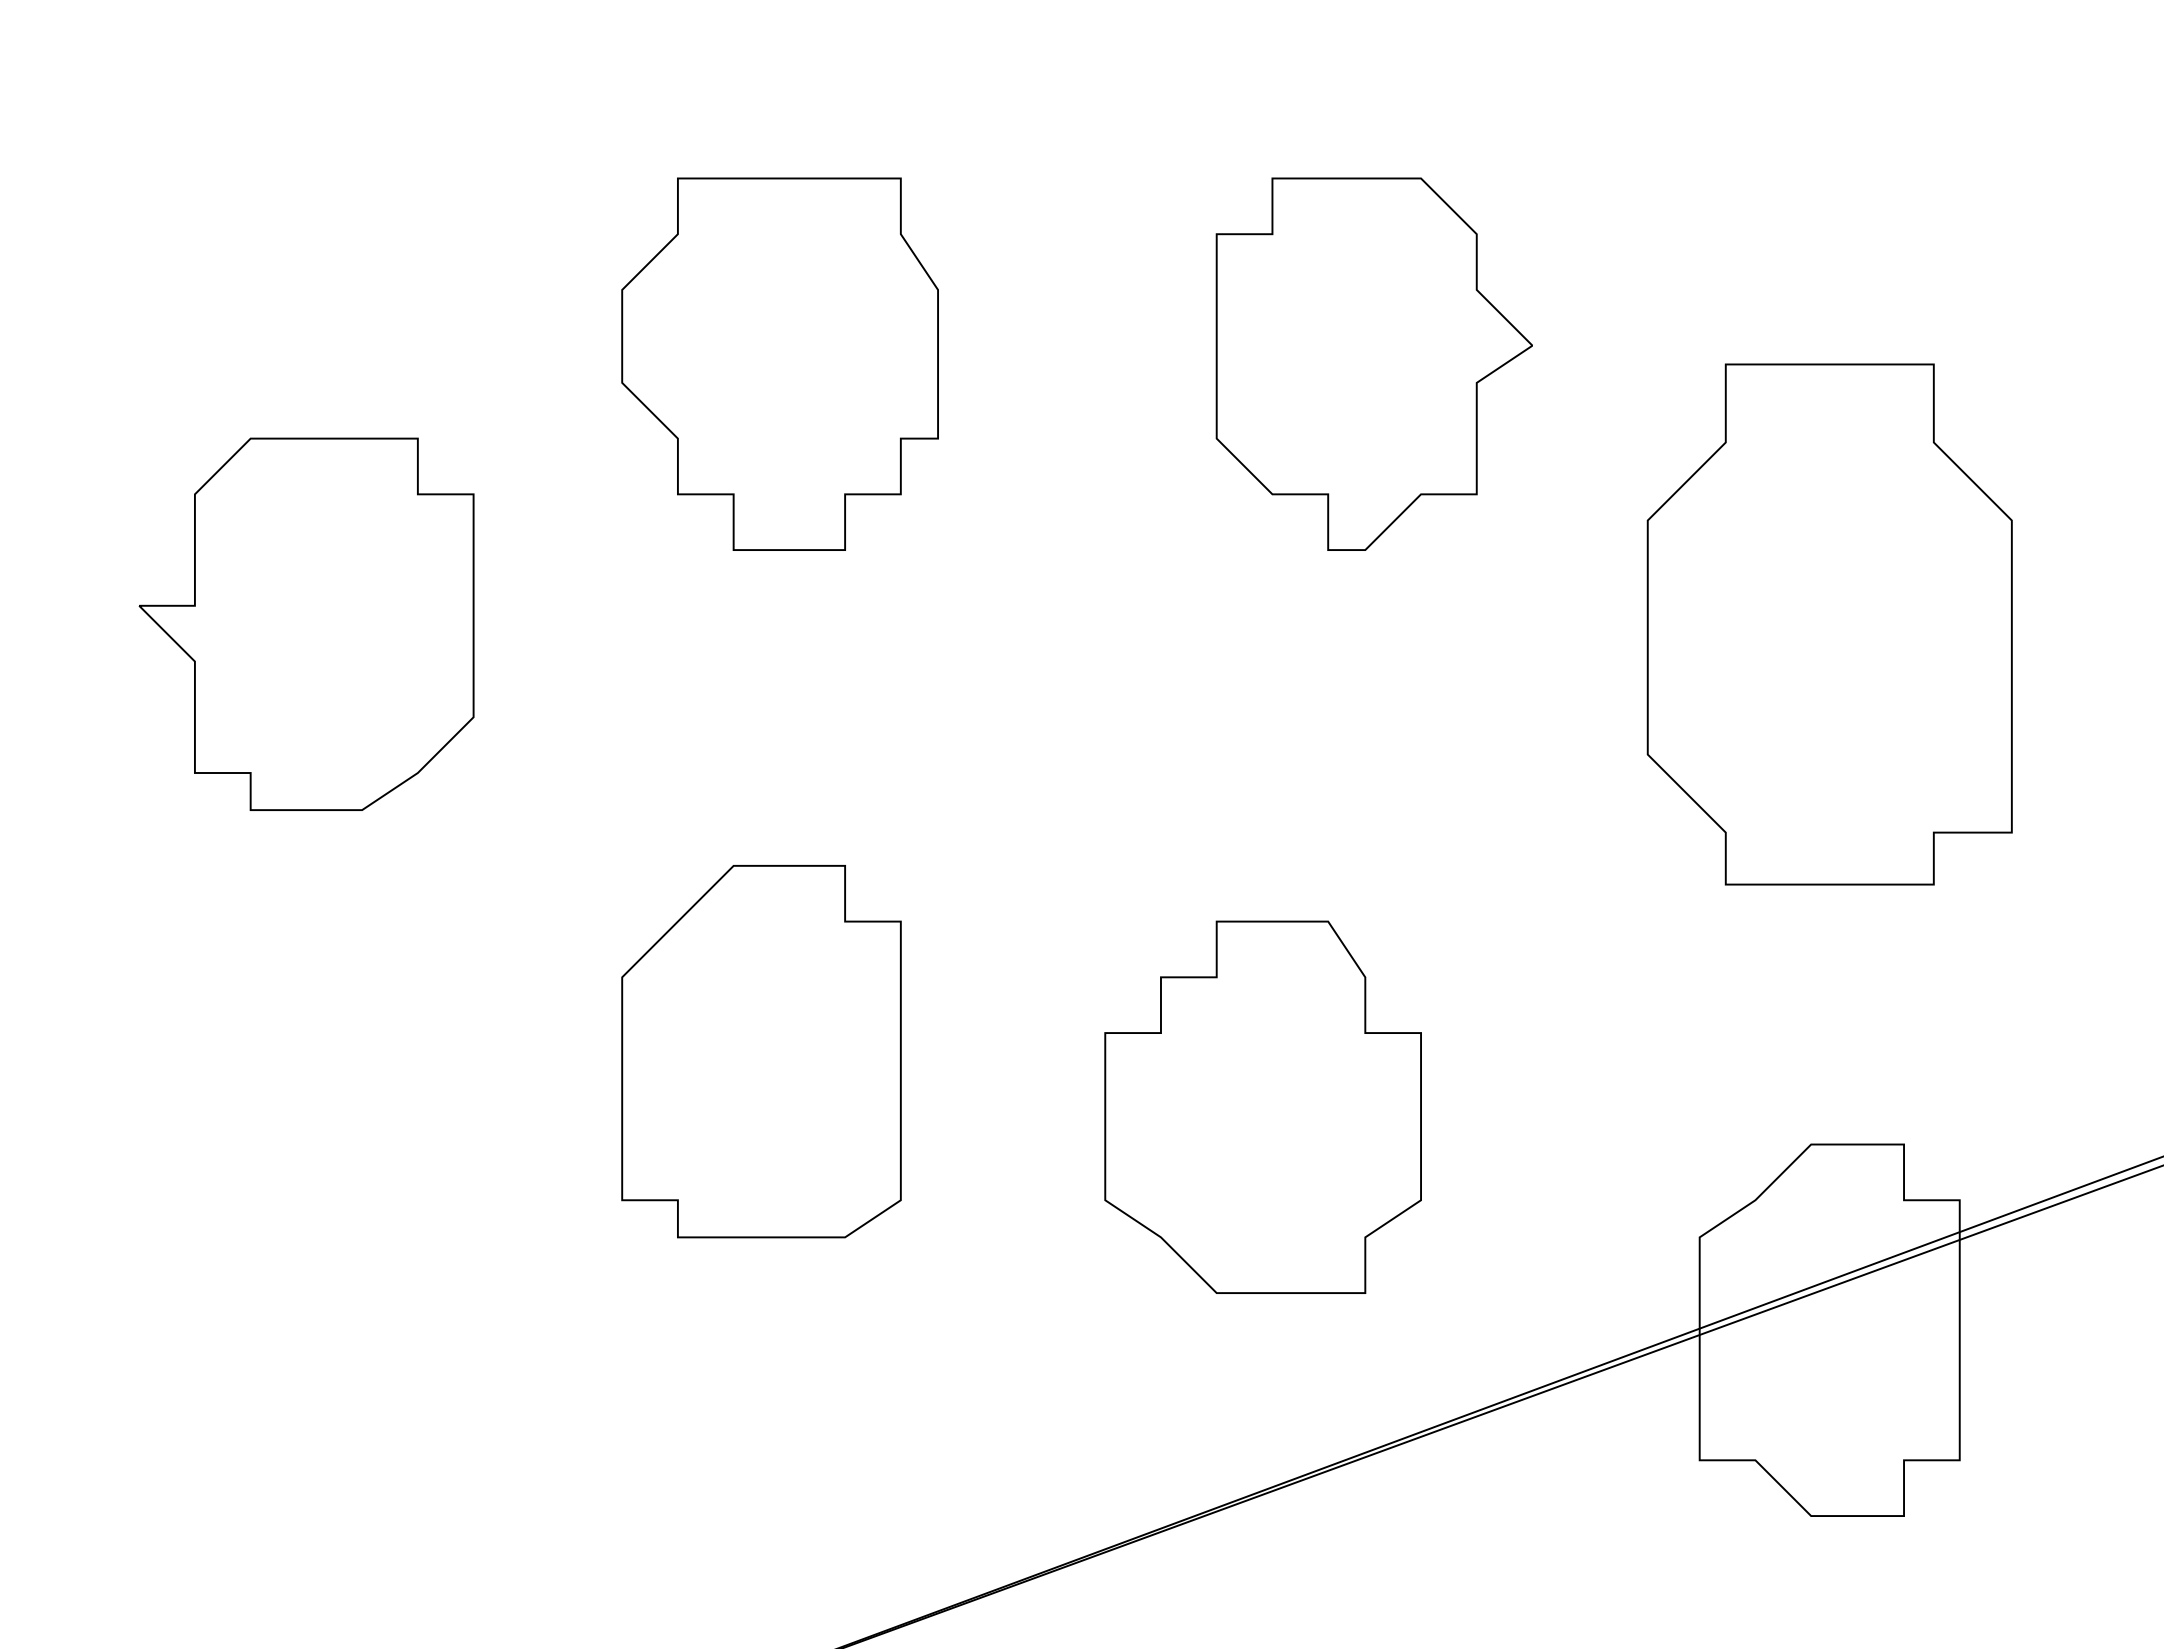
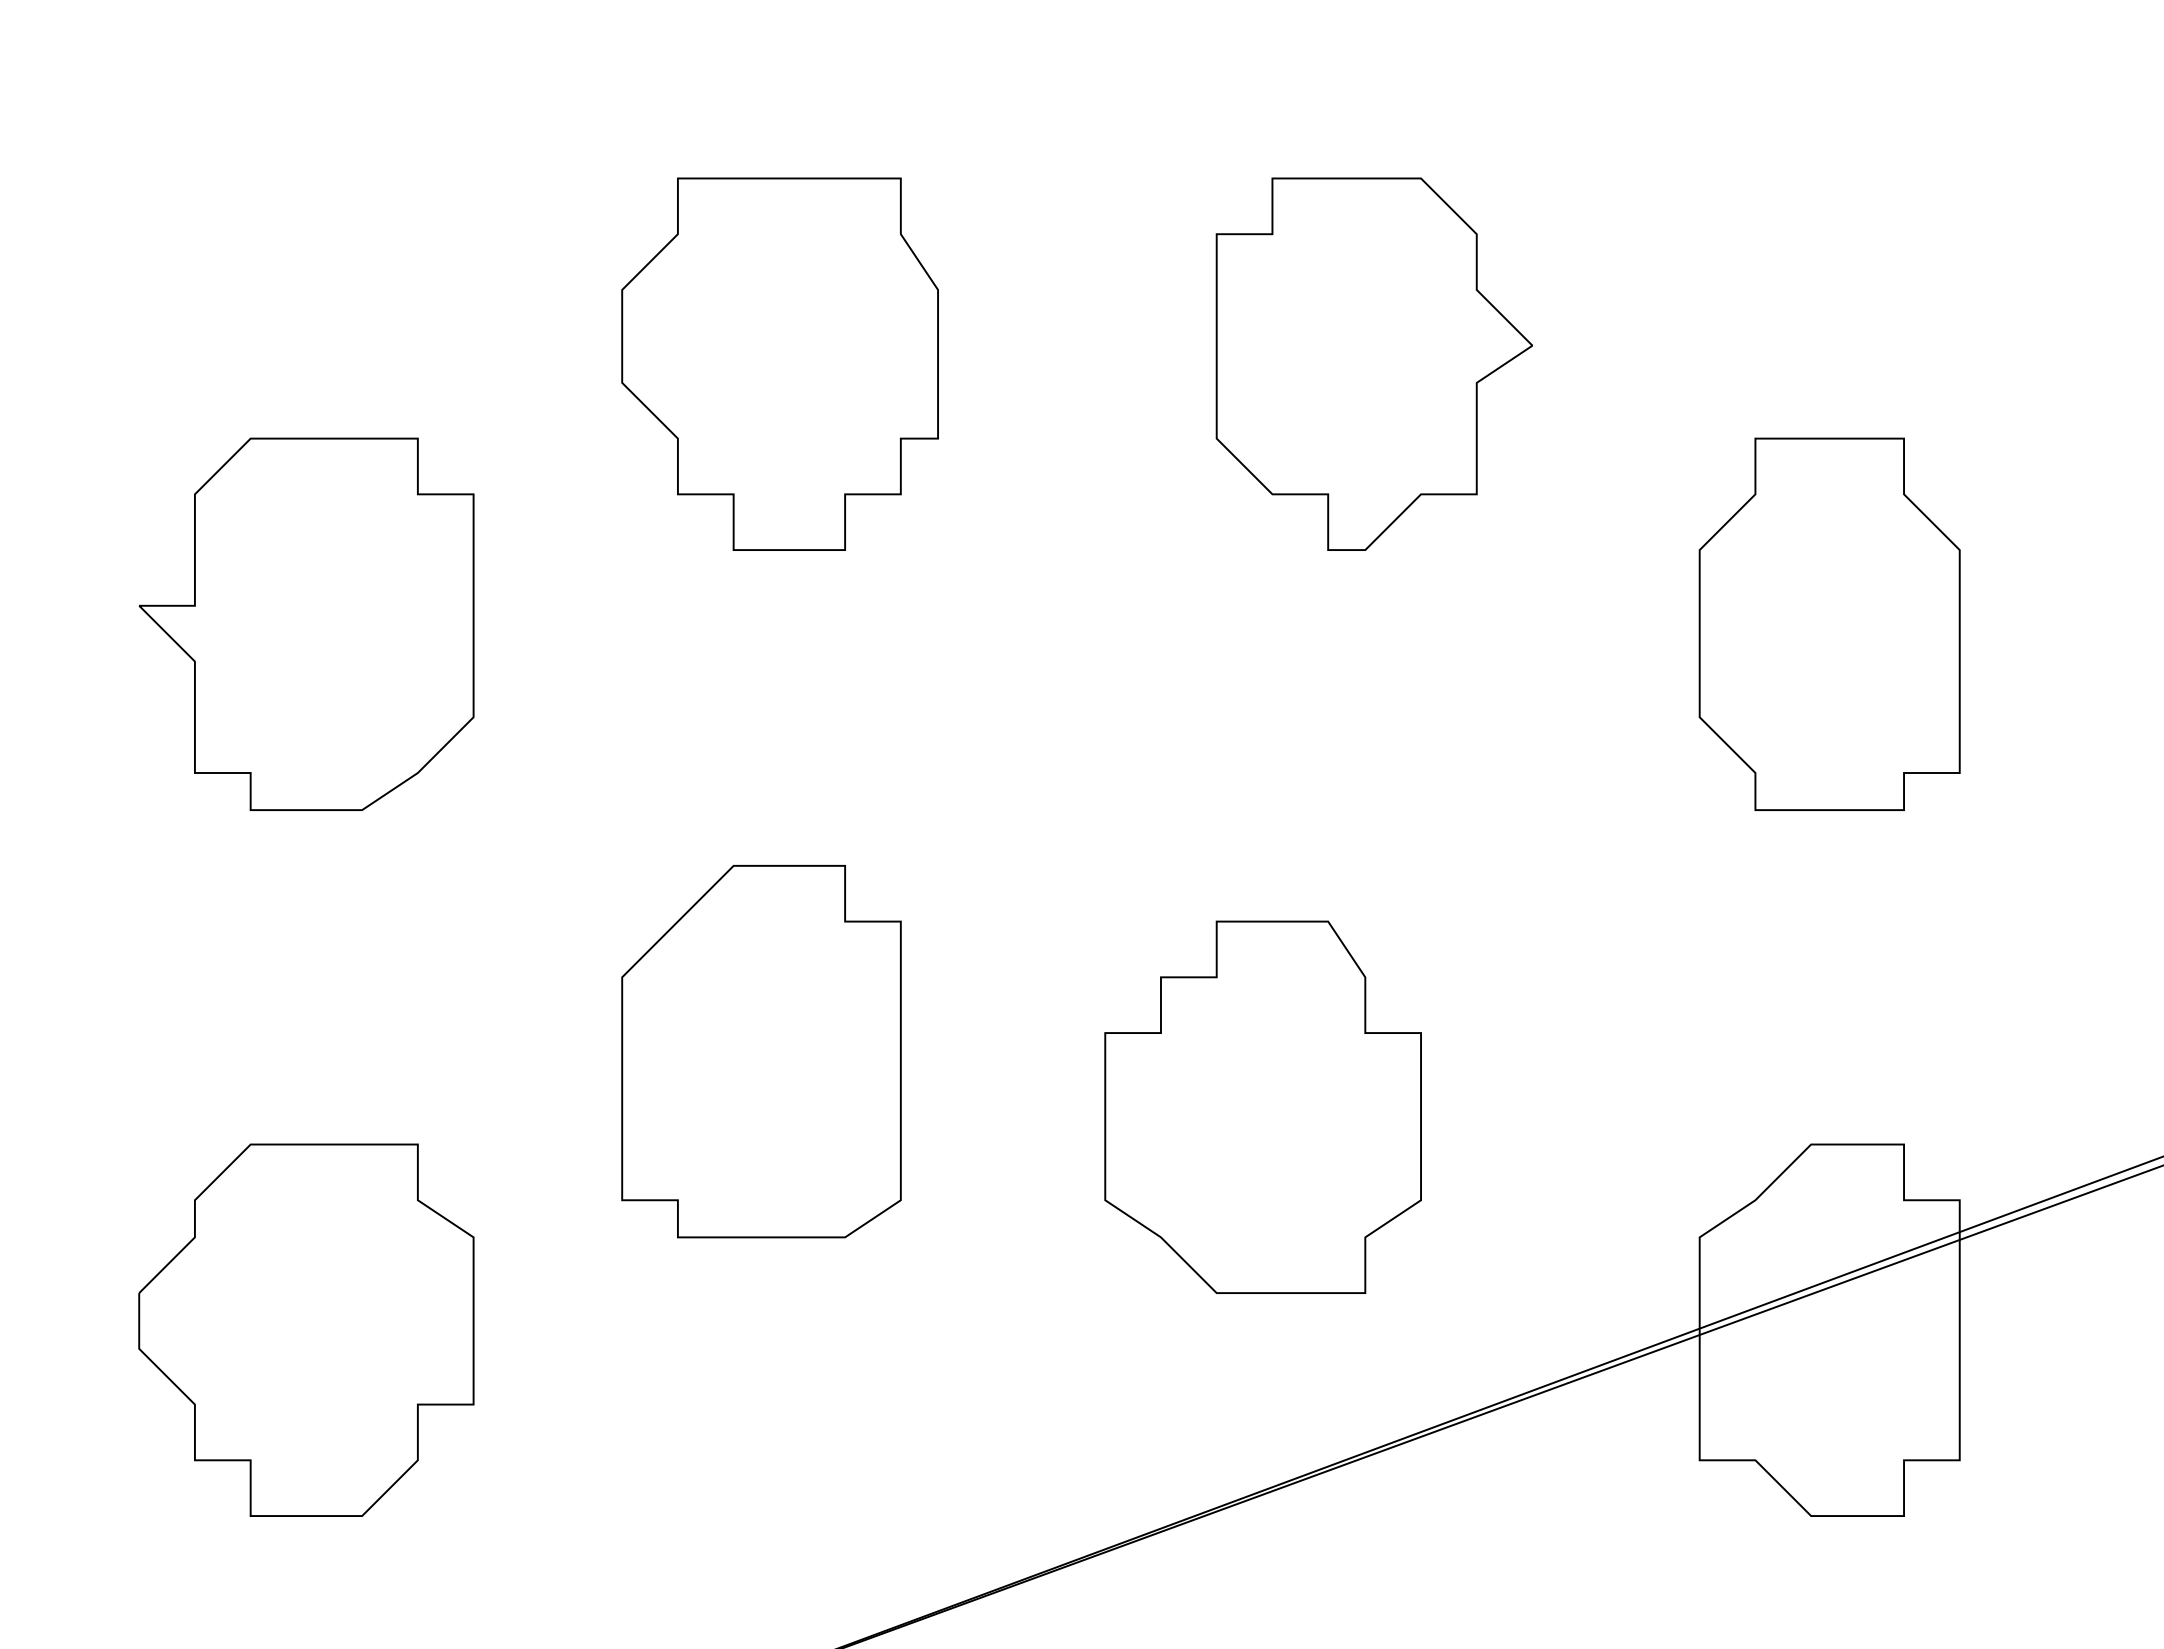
part at (1829, 624) size: 367x523 px -> 263x374 px
part at (306, 1329): none -> present
